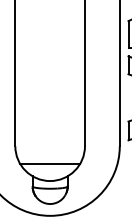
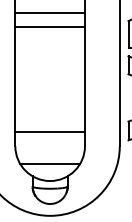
line at (49, 12): none -> present
line at (49, 27): none -> present
line at (49, 132): none -> present
